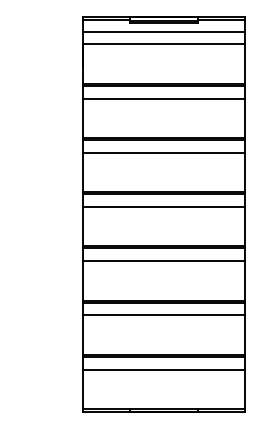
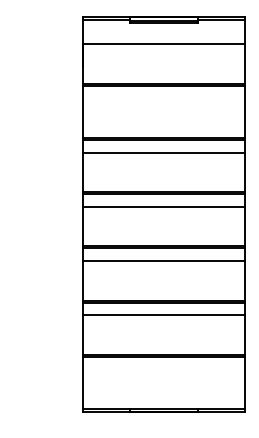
line at (163, 31): present -> none
line at (163, 98): present -> none
line at (163, 369): present -> none
